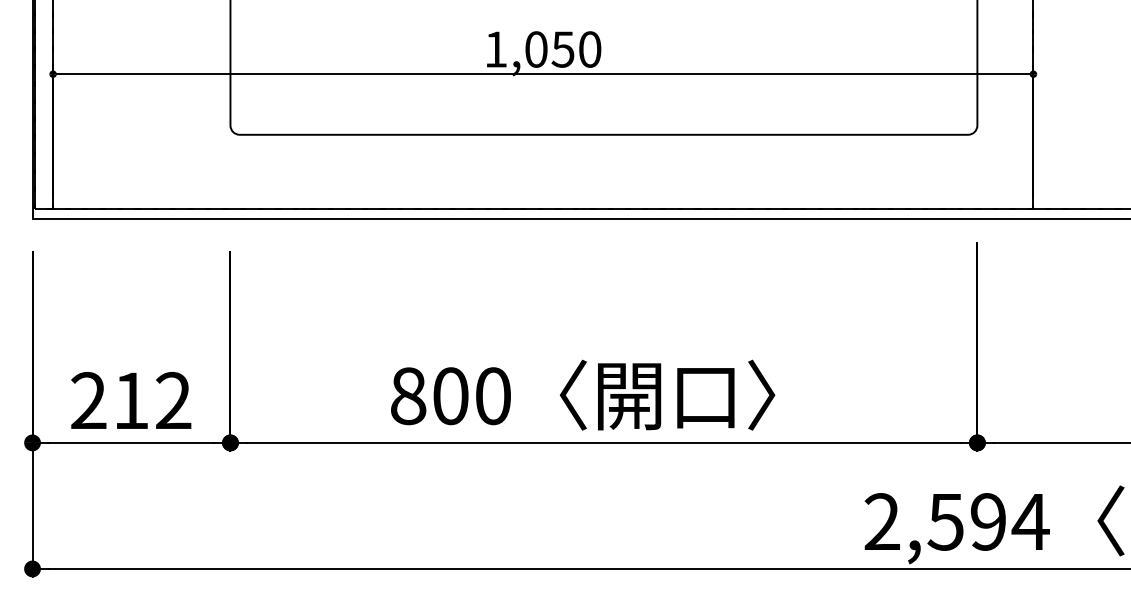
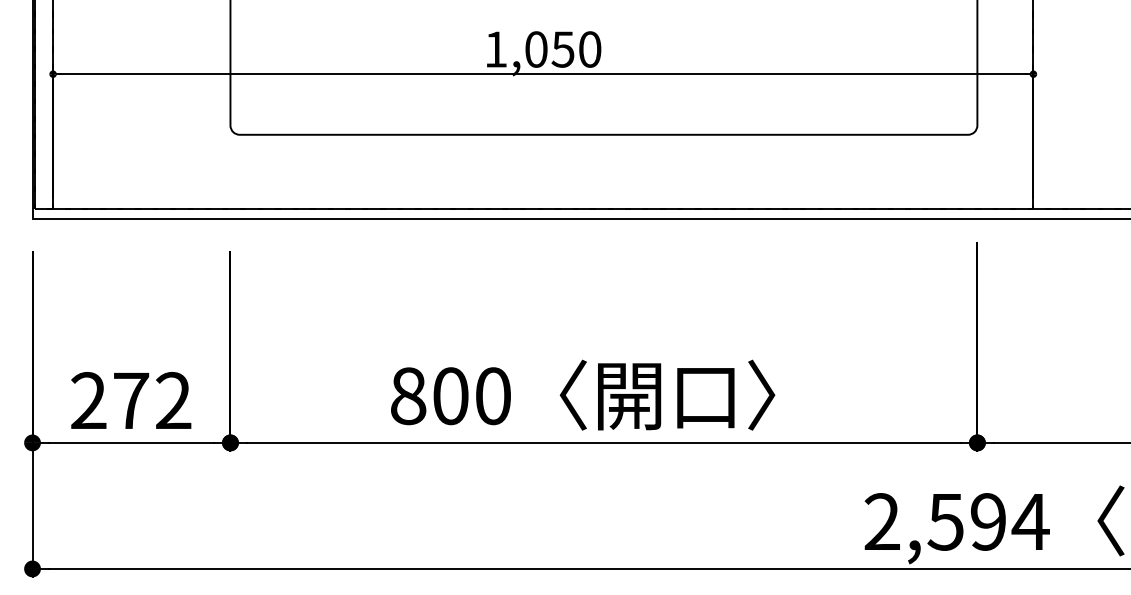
text at (131, 400): 212 -> 272
